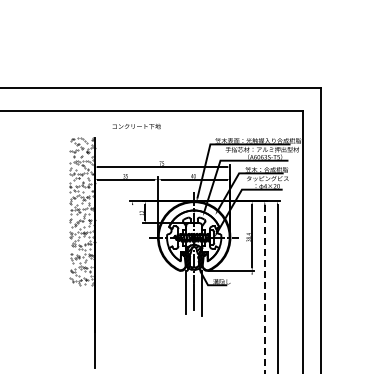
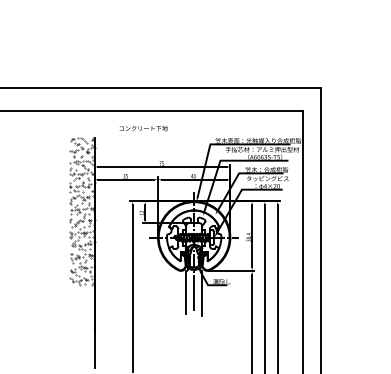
text at (136, 126) position: (136, 126) -> (143, 128)
line at (132, 287): none -> present
line at (264, 289): dashed -> solid
line at (252, 322): none -> present
